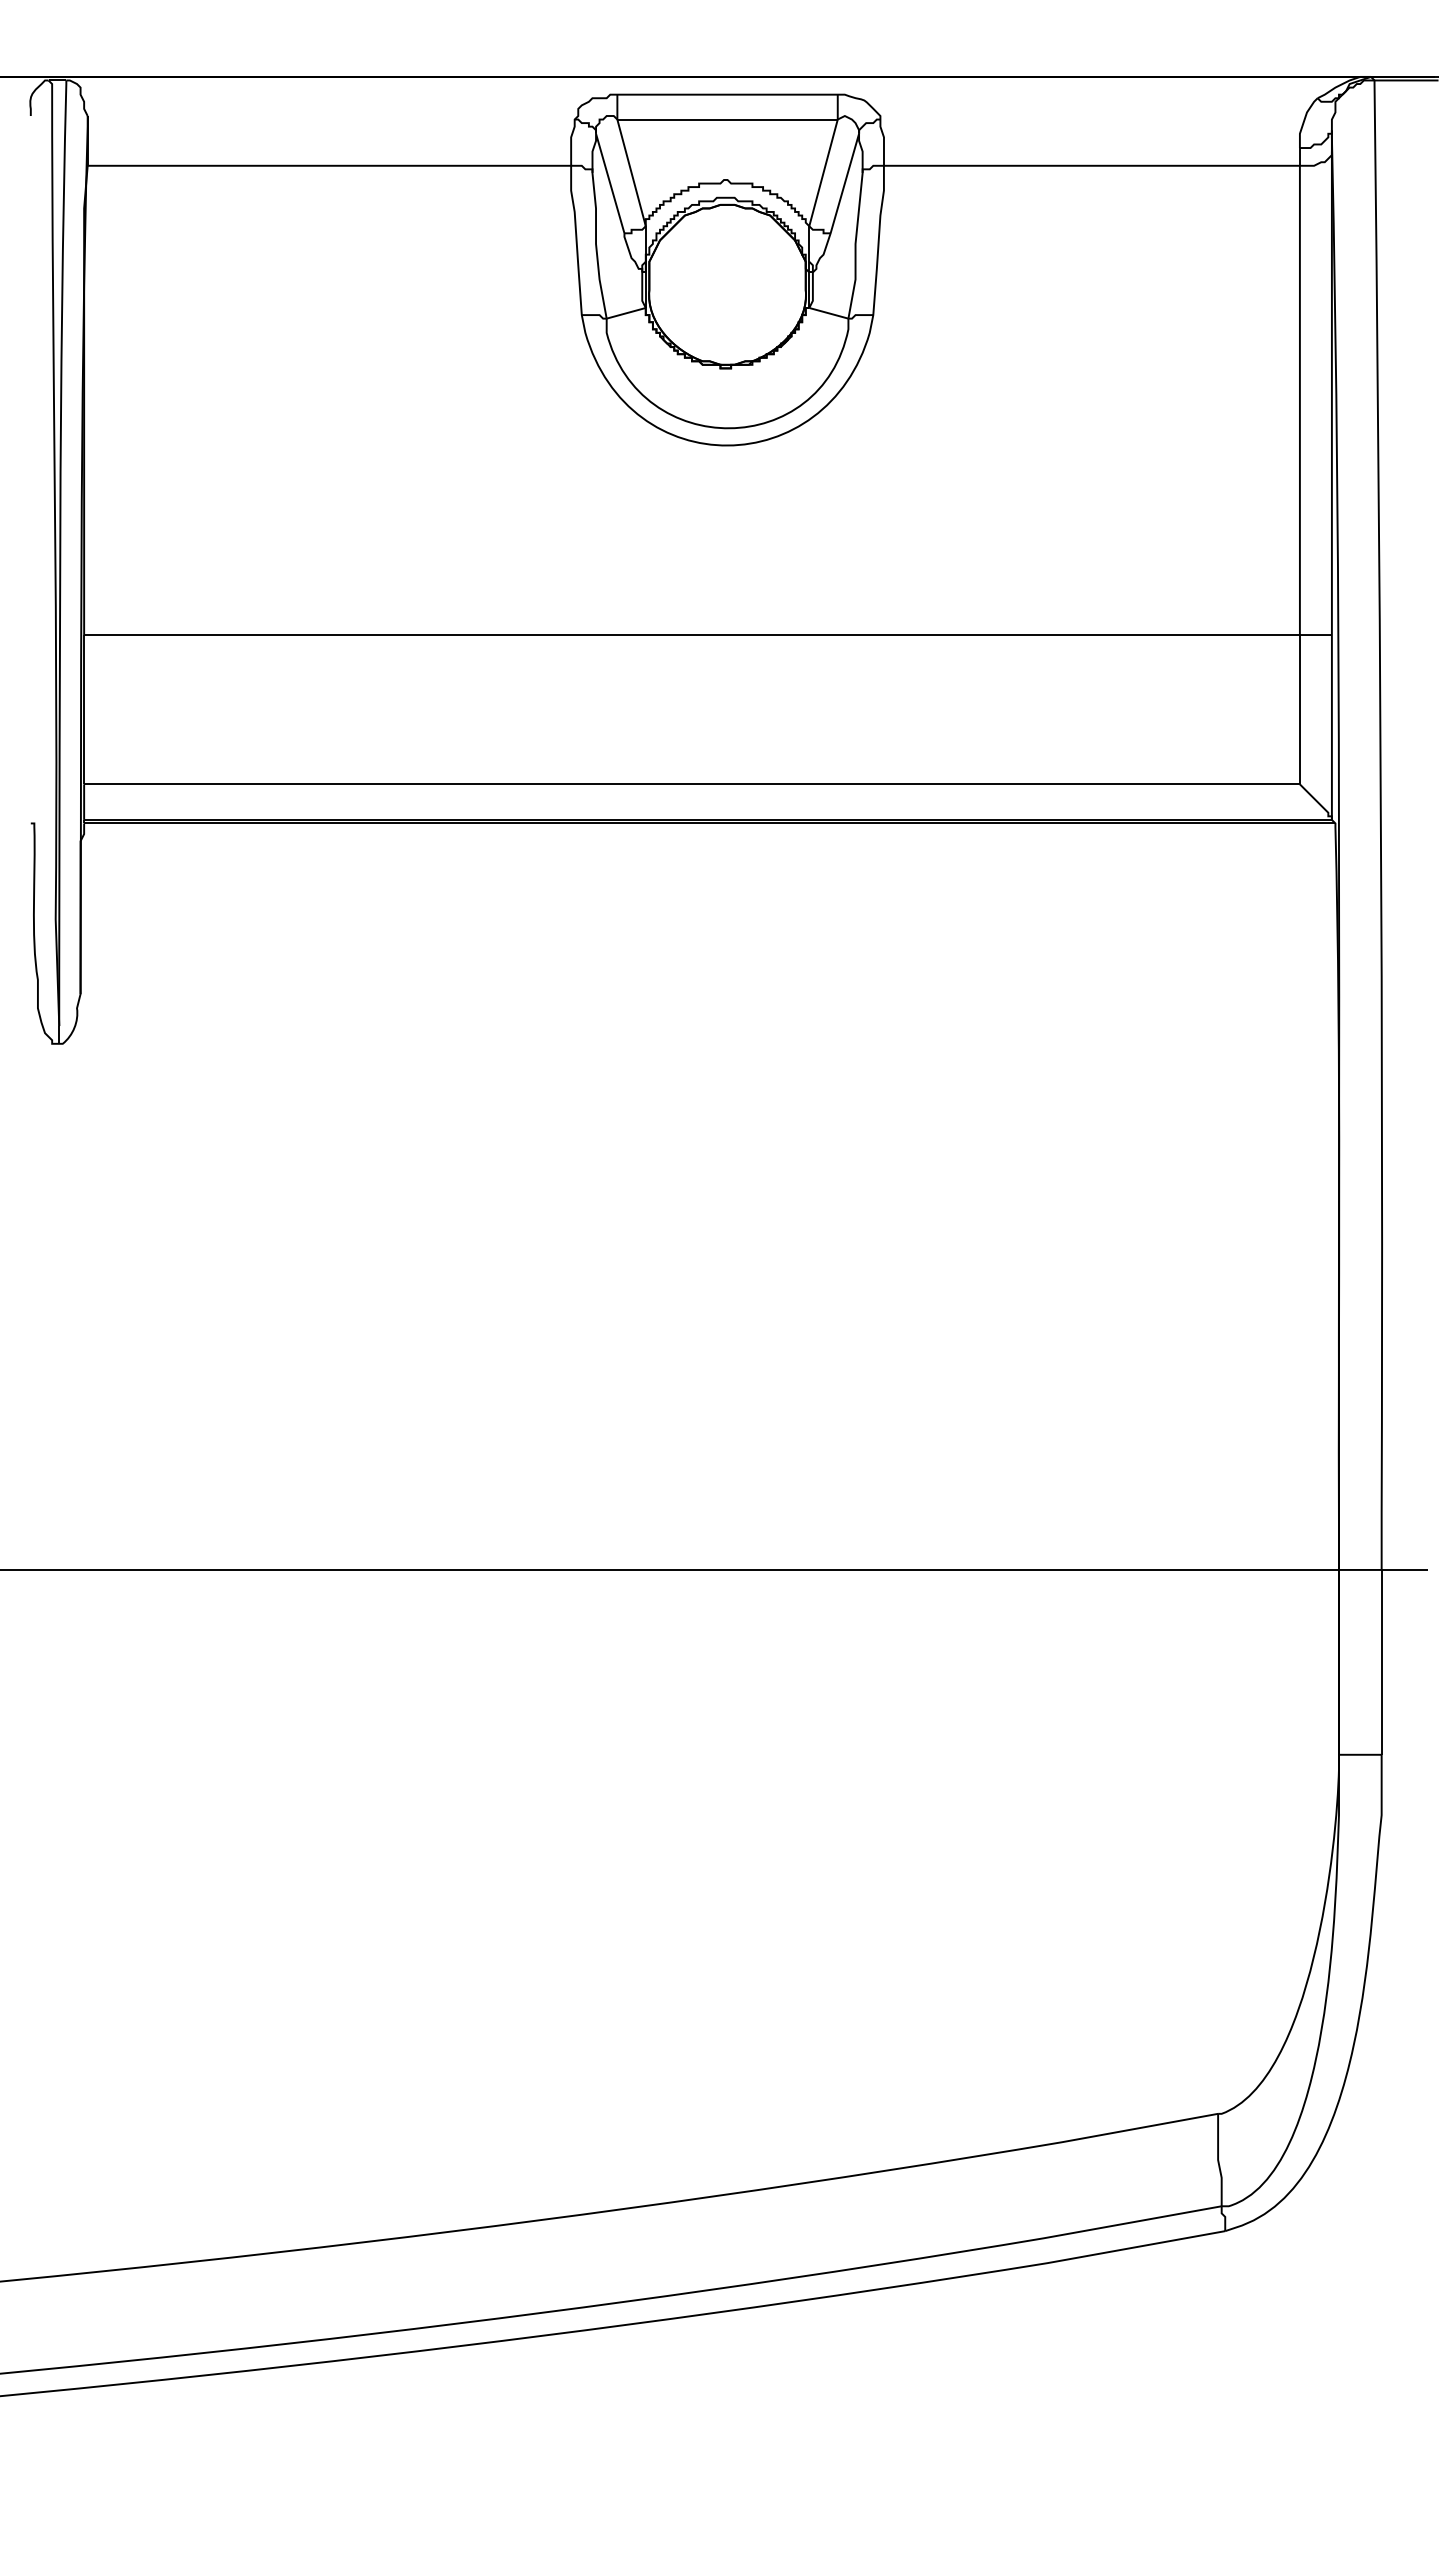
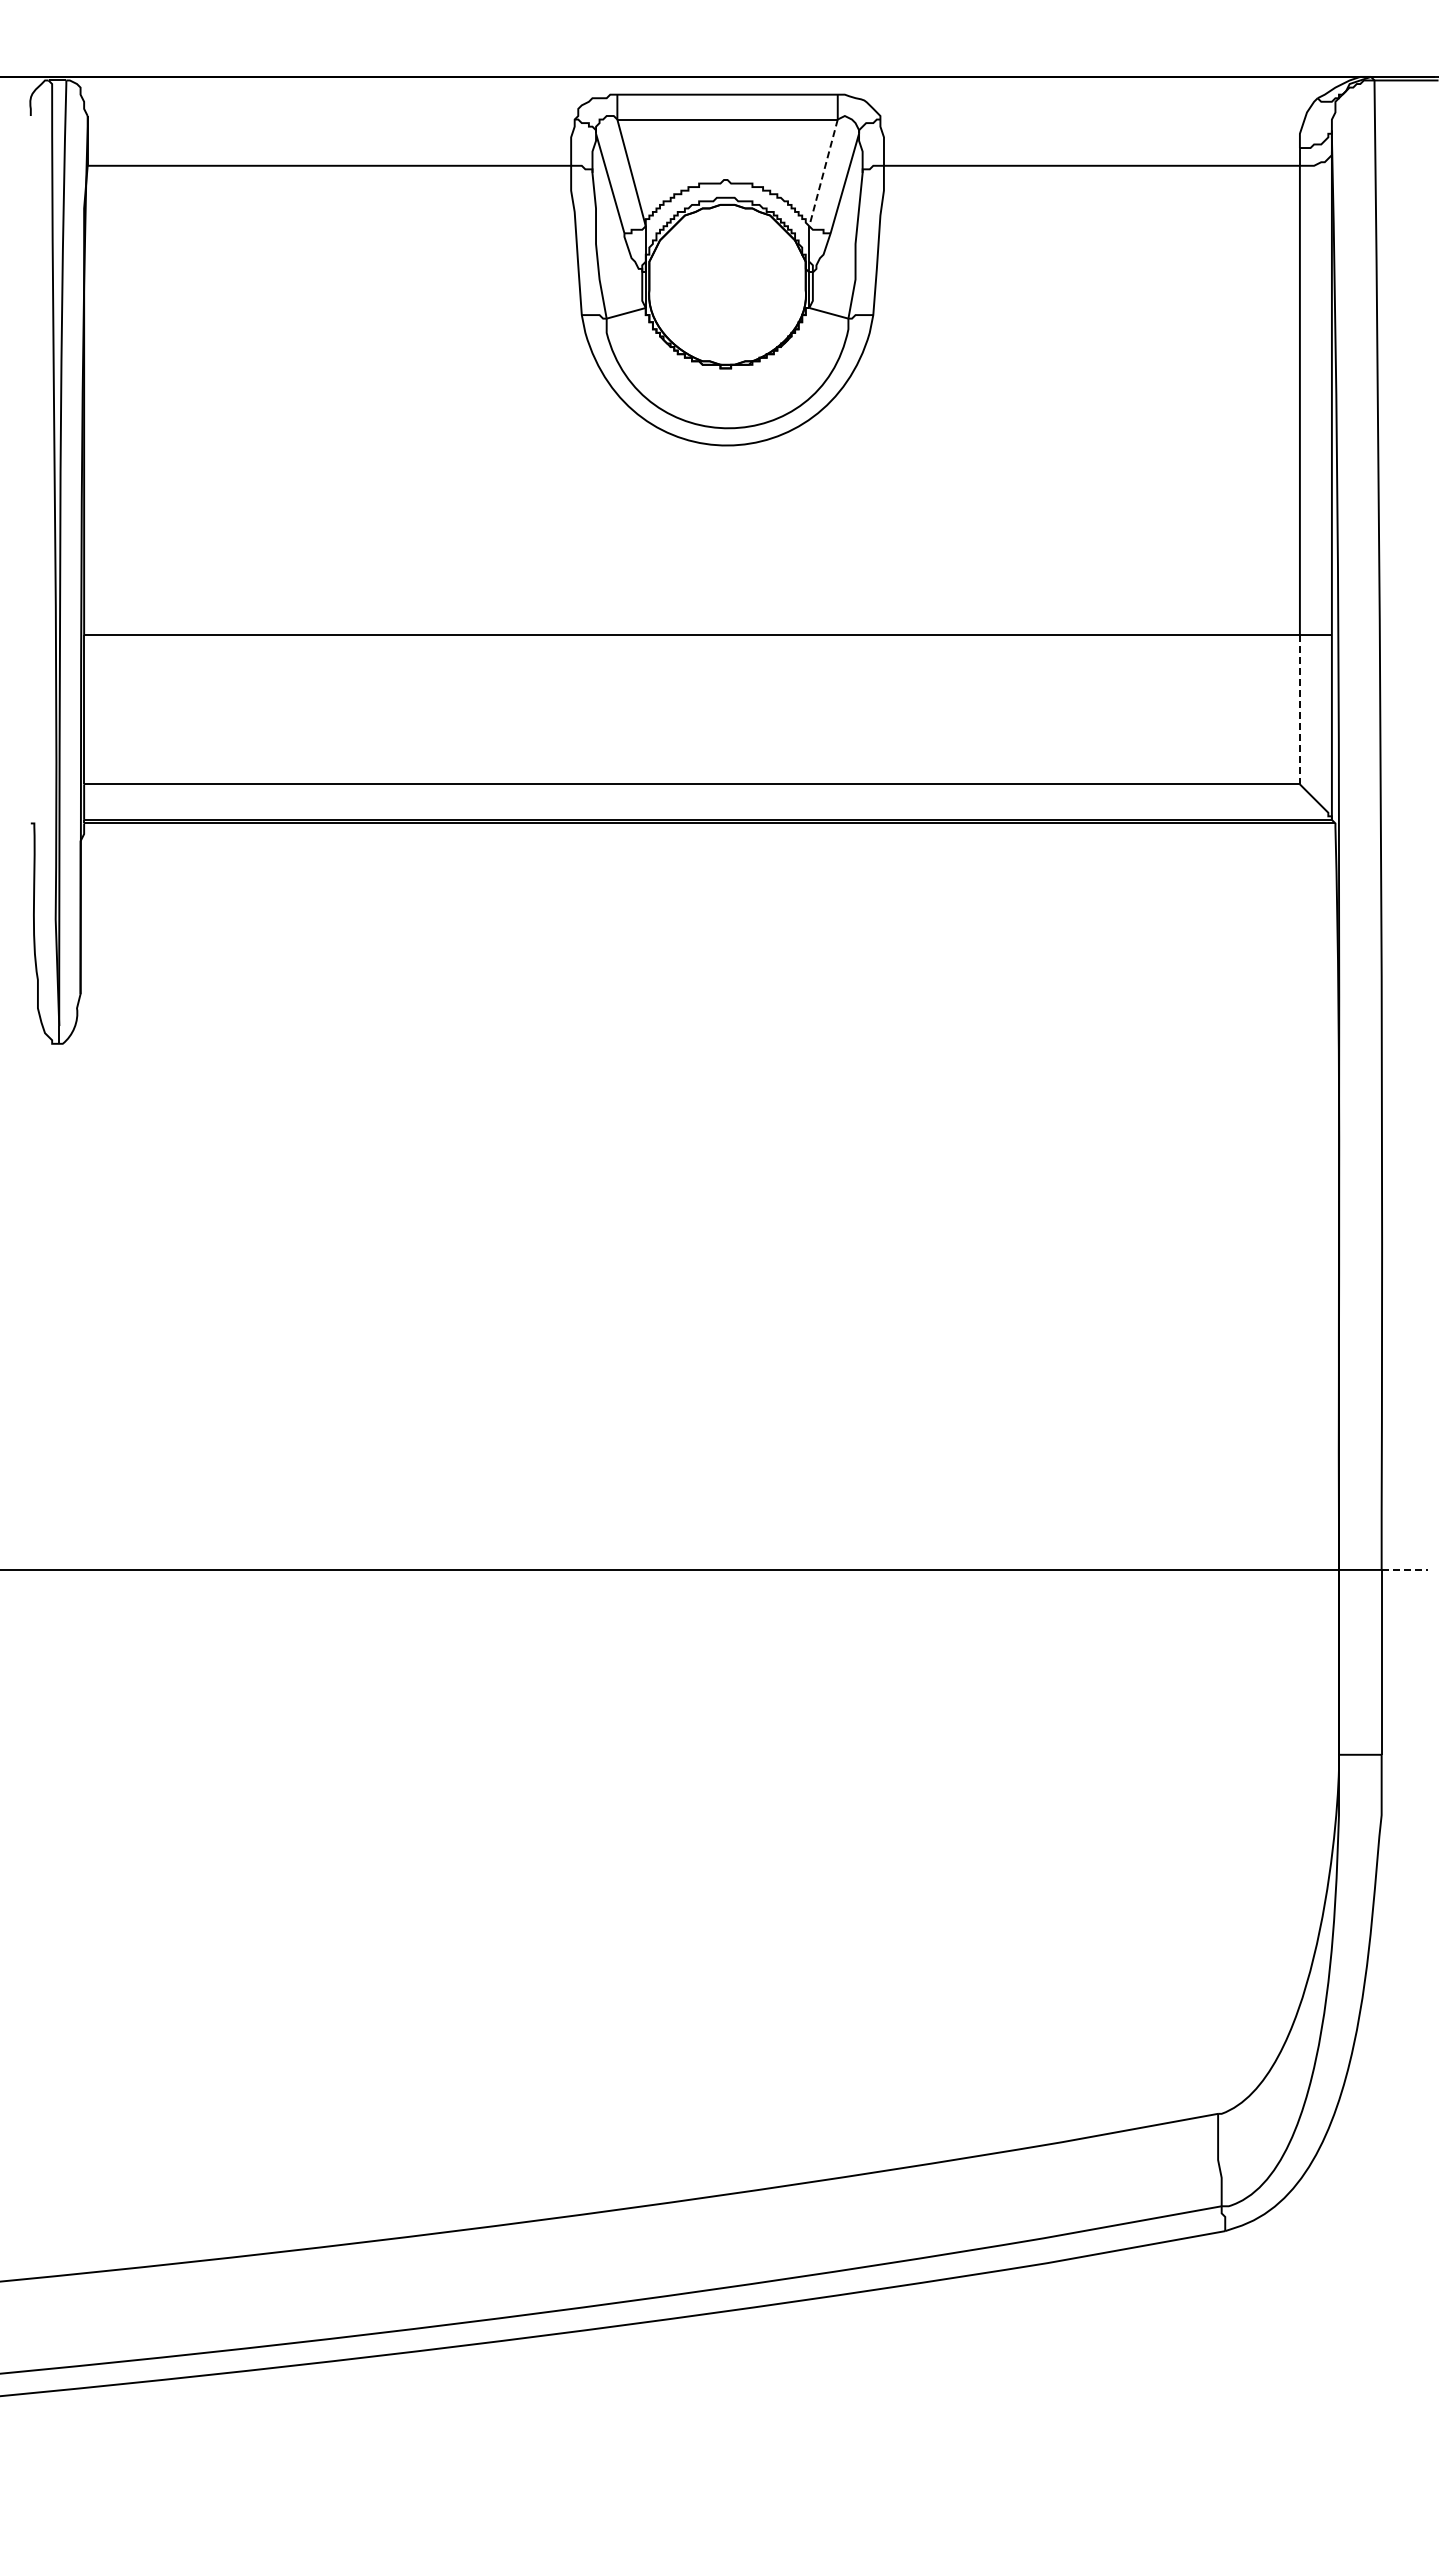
line at (823, 173): solid -> dashed
line at (1299, 709): solid -> dashed
line at (1405, 1569): solid -> dashed
